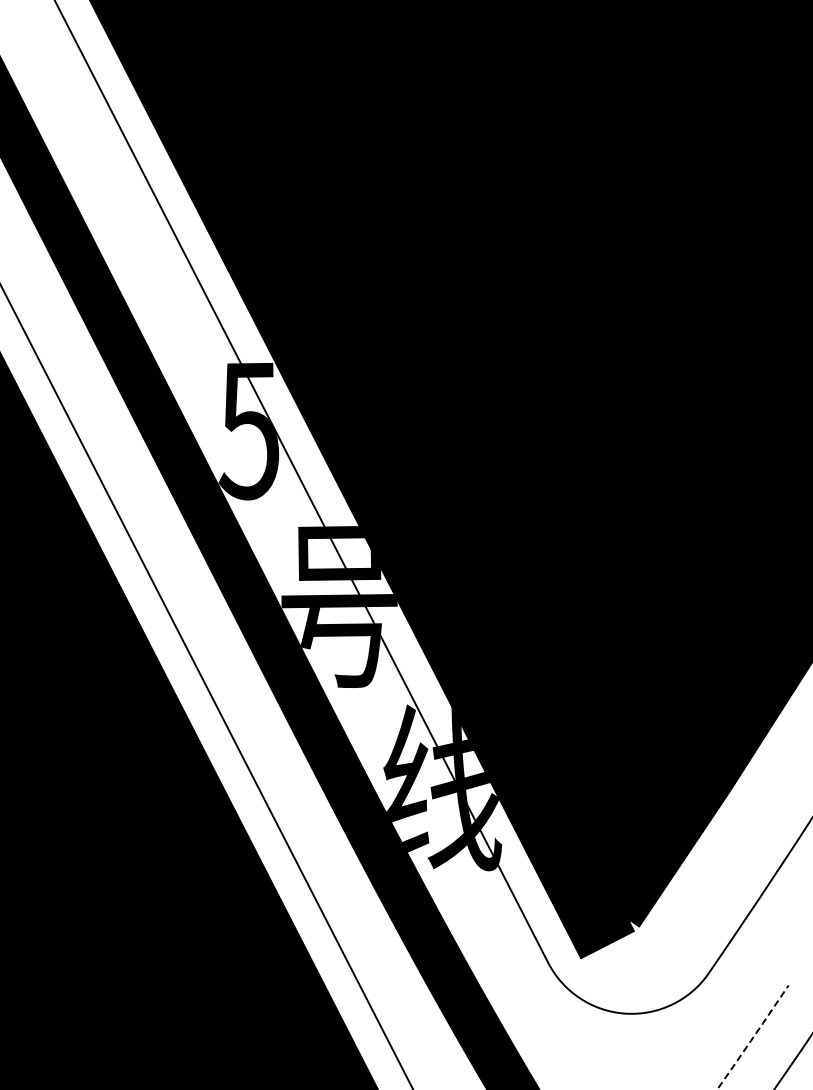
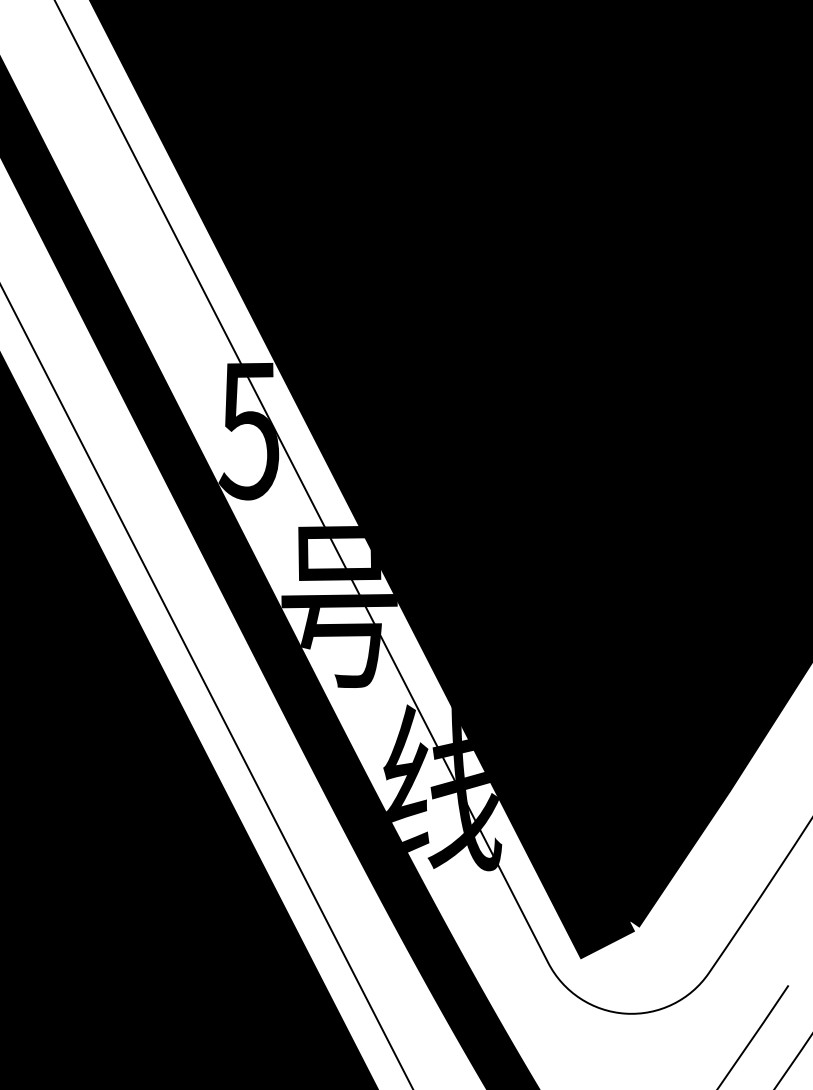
line at (753, 1037): dashed -> solid
